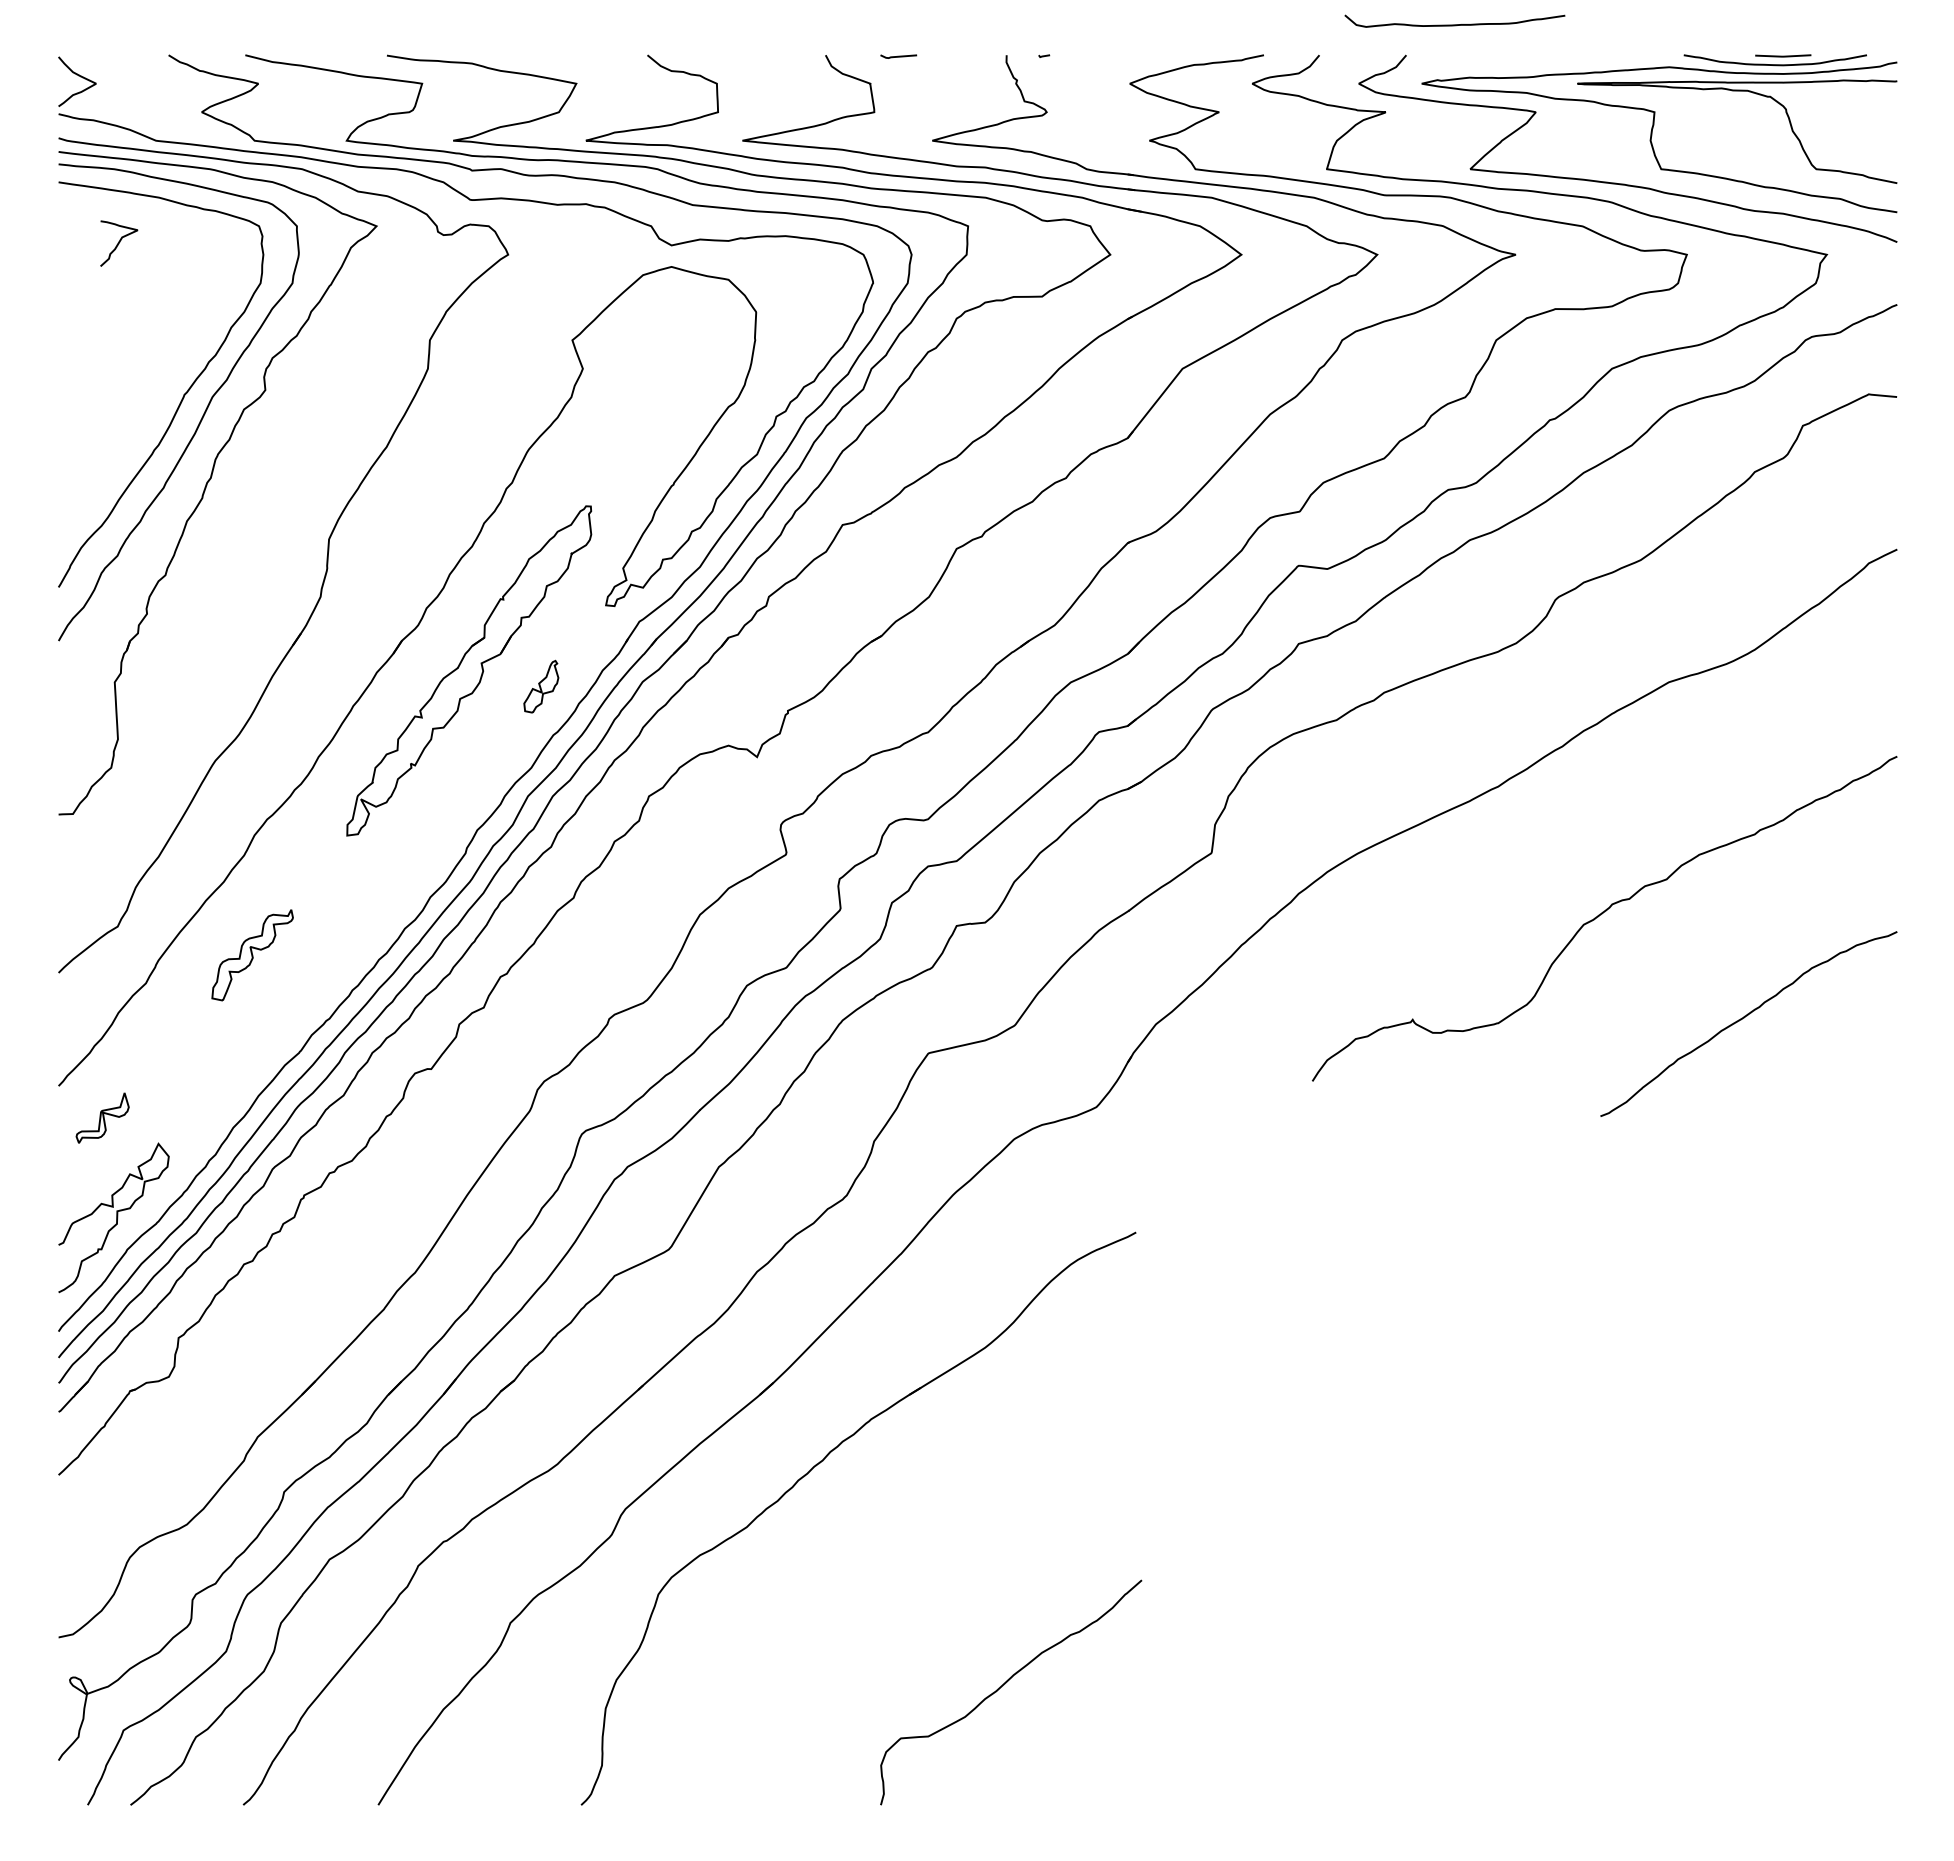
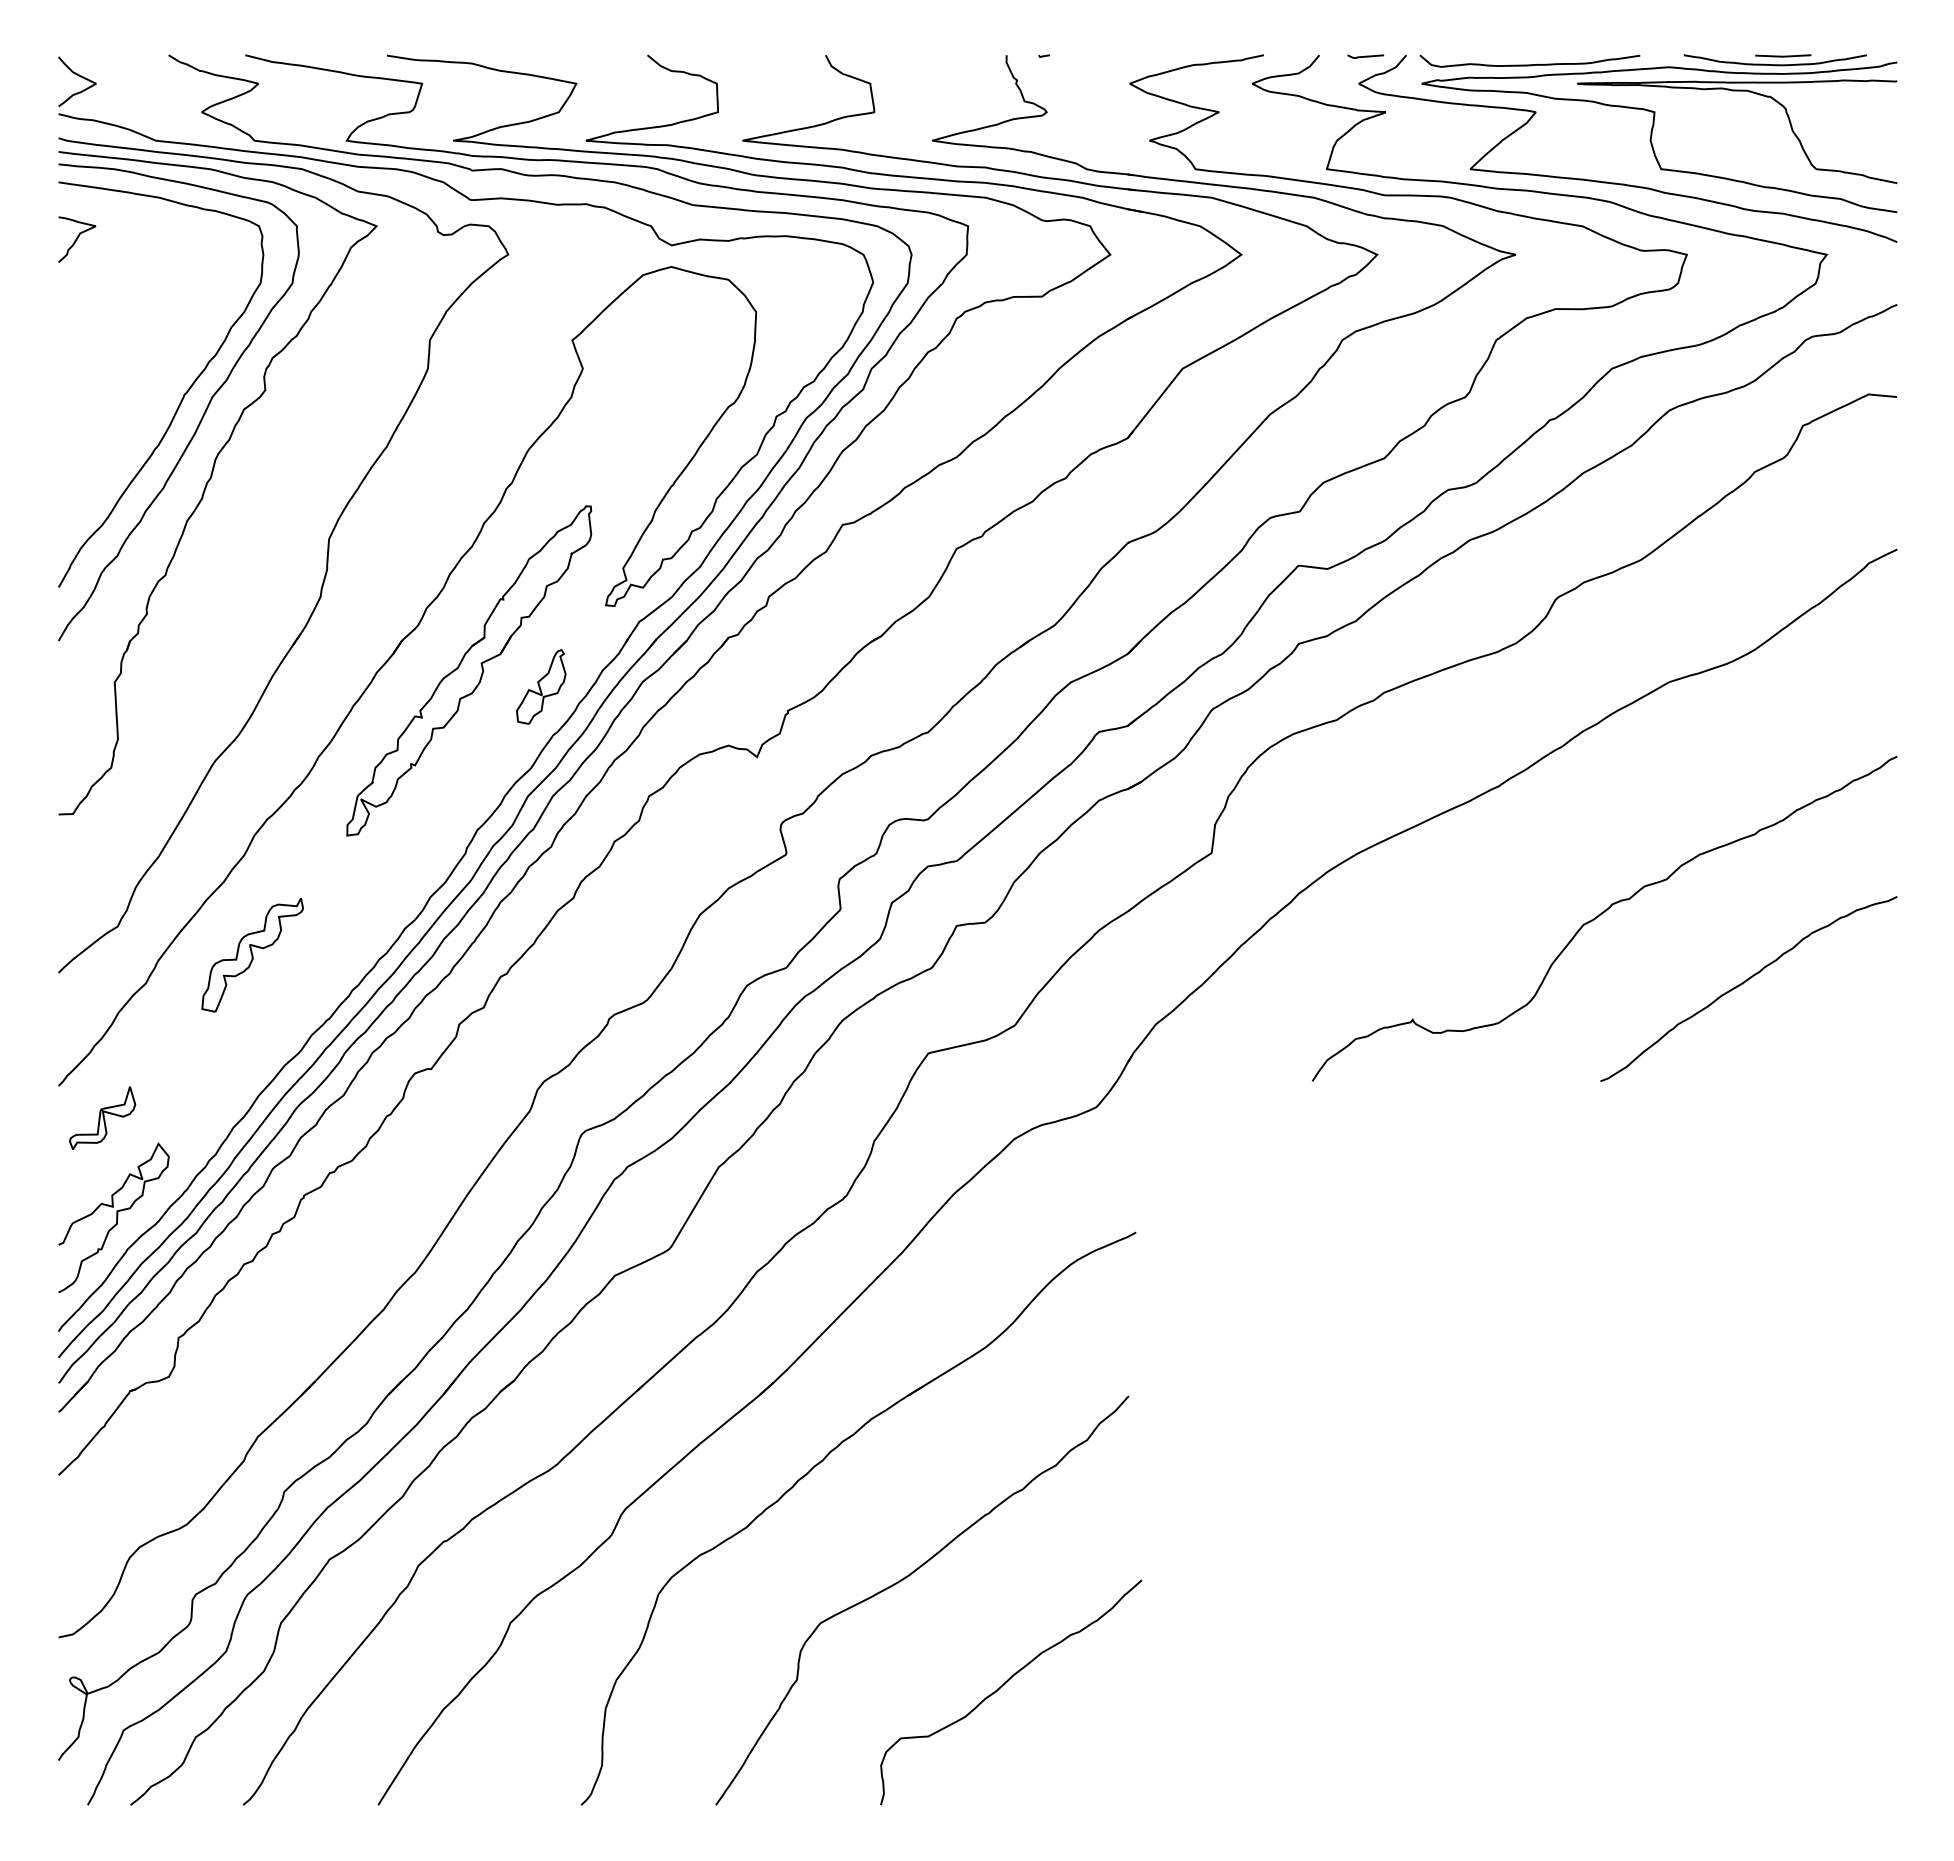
curve at (1454, 24) position: (1454, 24) -> (1529, 64)
line at (898, 56) position: (898, 56) -> (1365, 56)
curve at (119, 243) position: (119, 243) -> (77, 239)
part at (541, 686) size: 37x55 px -> 51x77 px
part at (252, 955) size: 83x93 px -> 103x115 px
curve at (1744, 1018) position: (1744, 1018) -> (1744, 983)
part at (102, 1117) size: 55x52 px -> 68x64 px
curve at (906, 1578): none -> present
